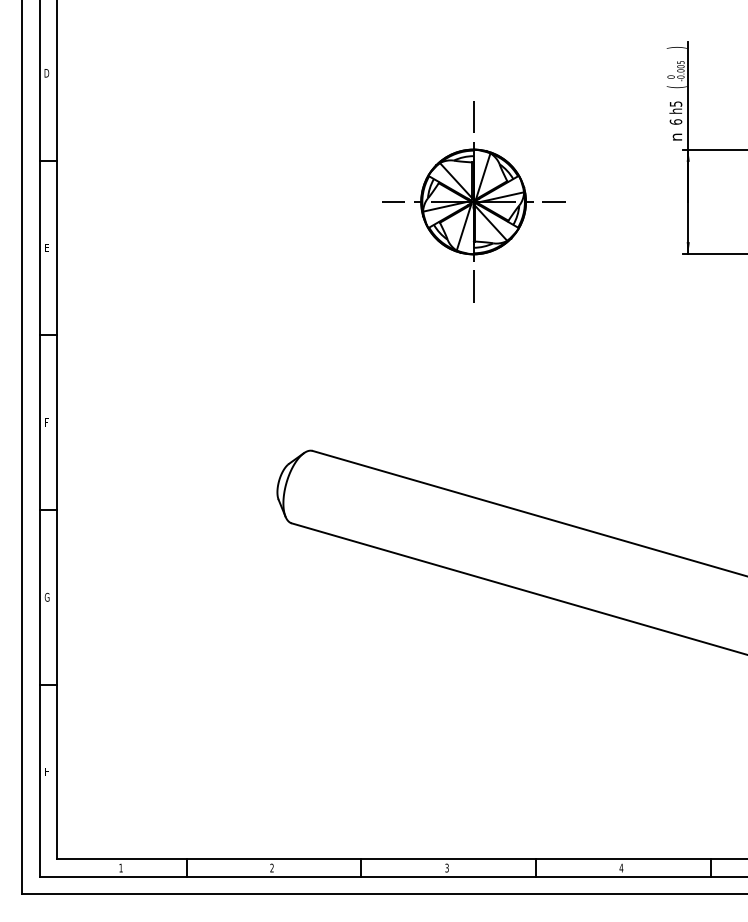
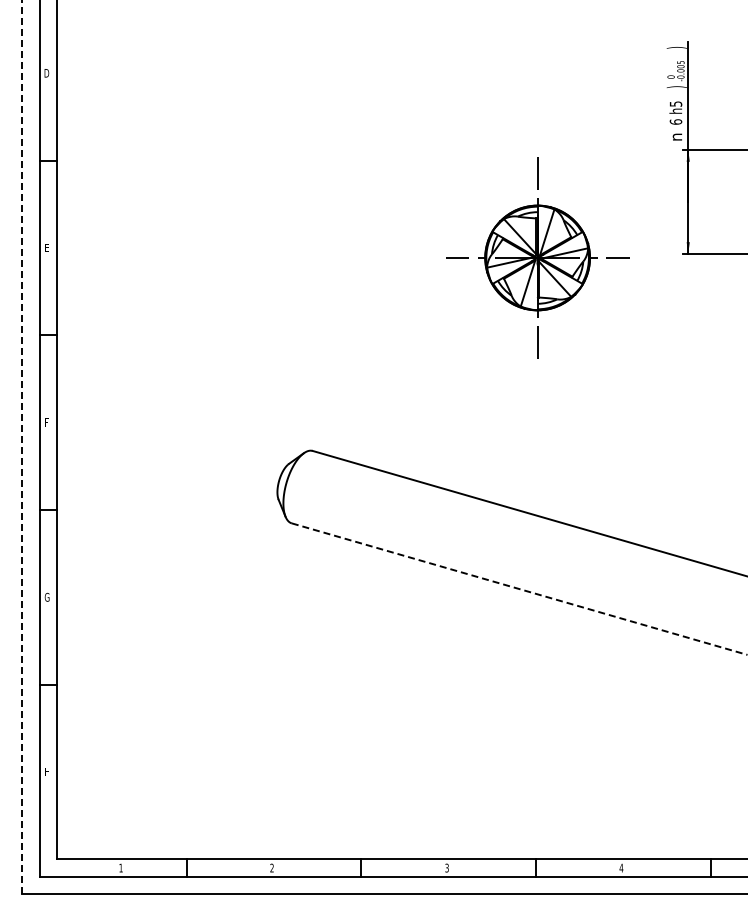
text at (676, 87): ( -> )
part at (473, 201) position: (473, 201) -> (537, 257)
line at (22, 447): solid -> dashed
line at (520, 589): solid -> dashed
